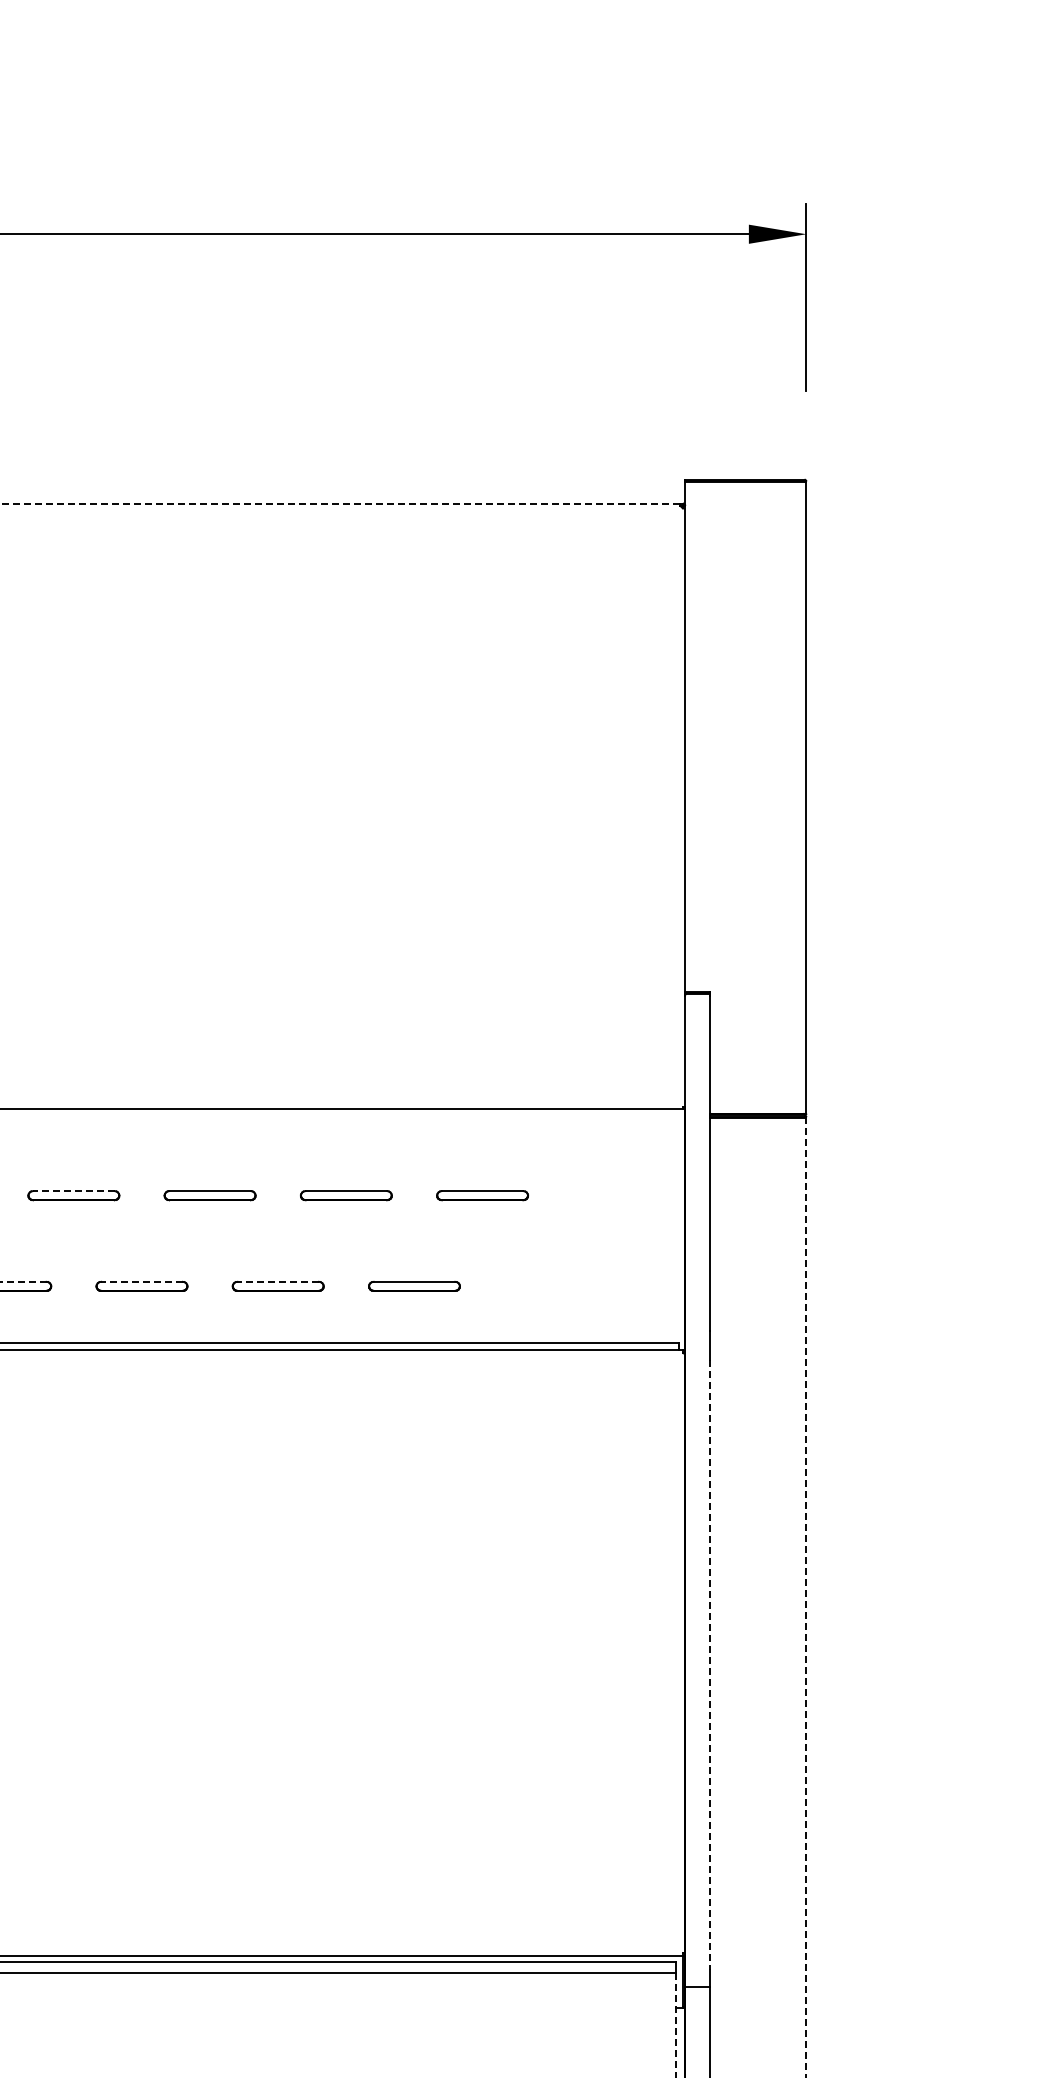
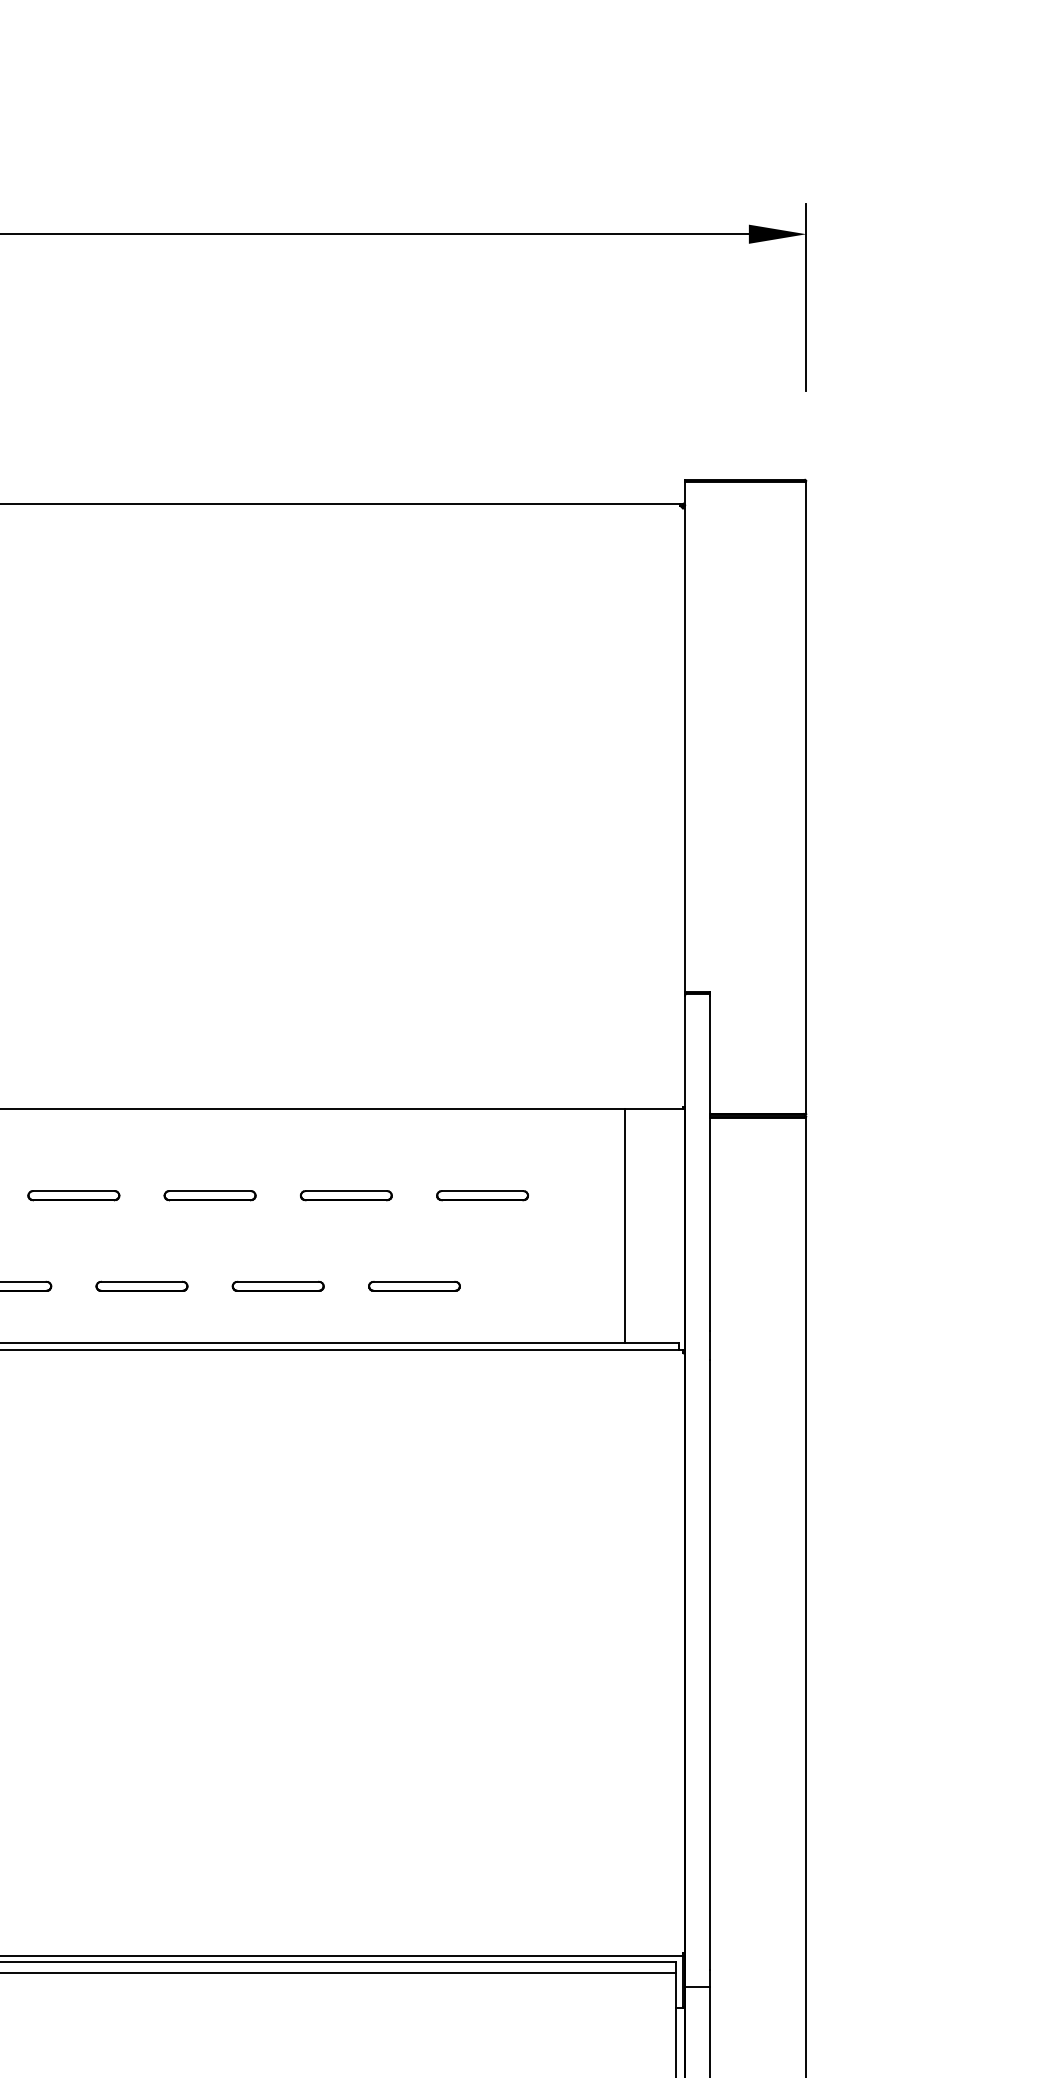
line at (340, 503): dashed -> solid
line at (73, 1191): dashed -> solid
line at (624, 1225): none -> present
line at (23, 1281): dashed -> solid
line at (141, 1281): dashed -> solid
line at (278, 1281): dashed -> solid
line at (806, 1598): dashed -> solid
line at (709, 1665): dashed -> solid
line at (676, 2025): dashed -> solid
